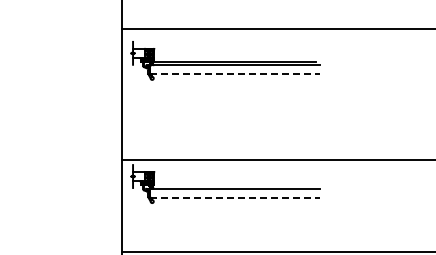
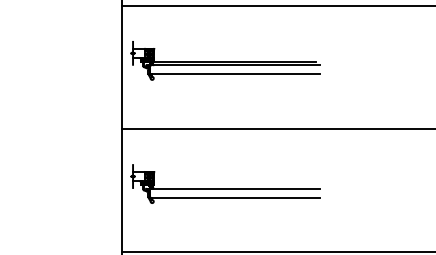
line at (277, 28) position: (277, 28) -> (277, 5)
line at (234, 74): dashed -> solid
line at (277, 159) position: (277, 159) -> (277, 128)
line at (234, 197): dashed -> solid
